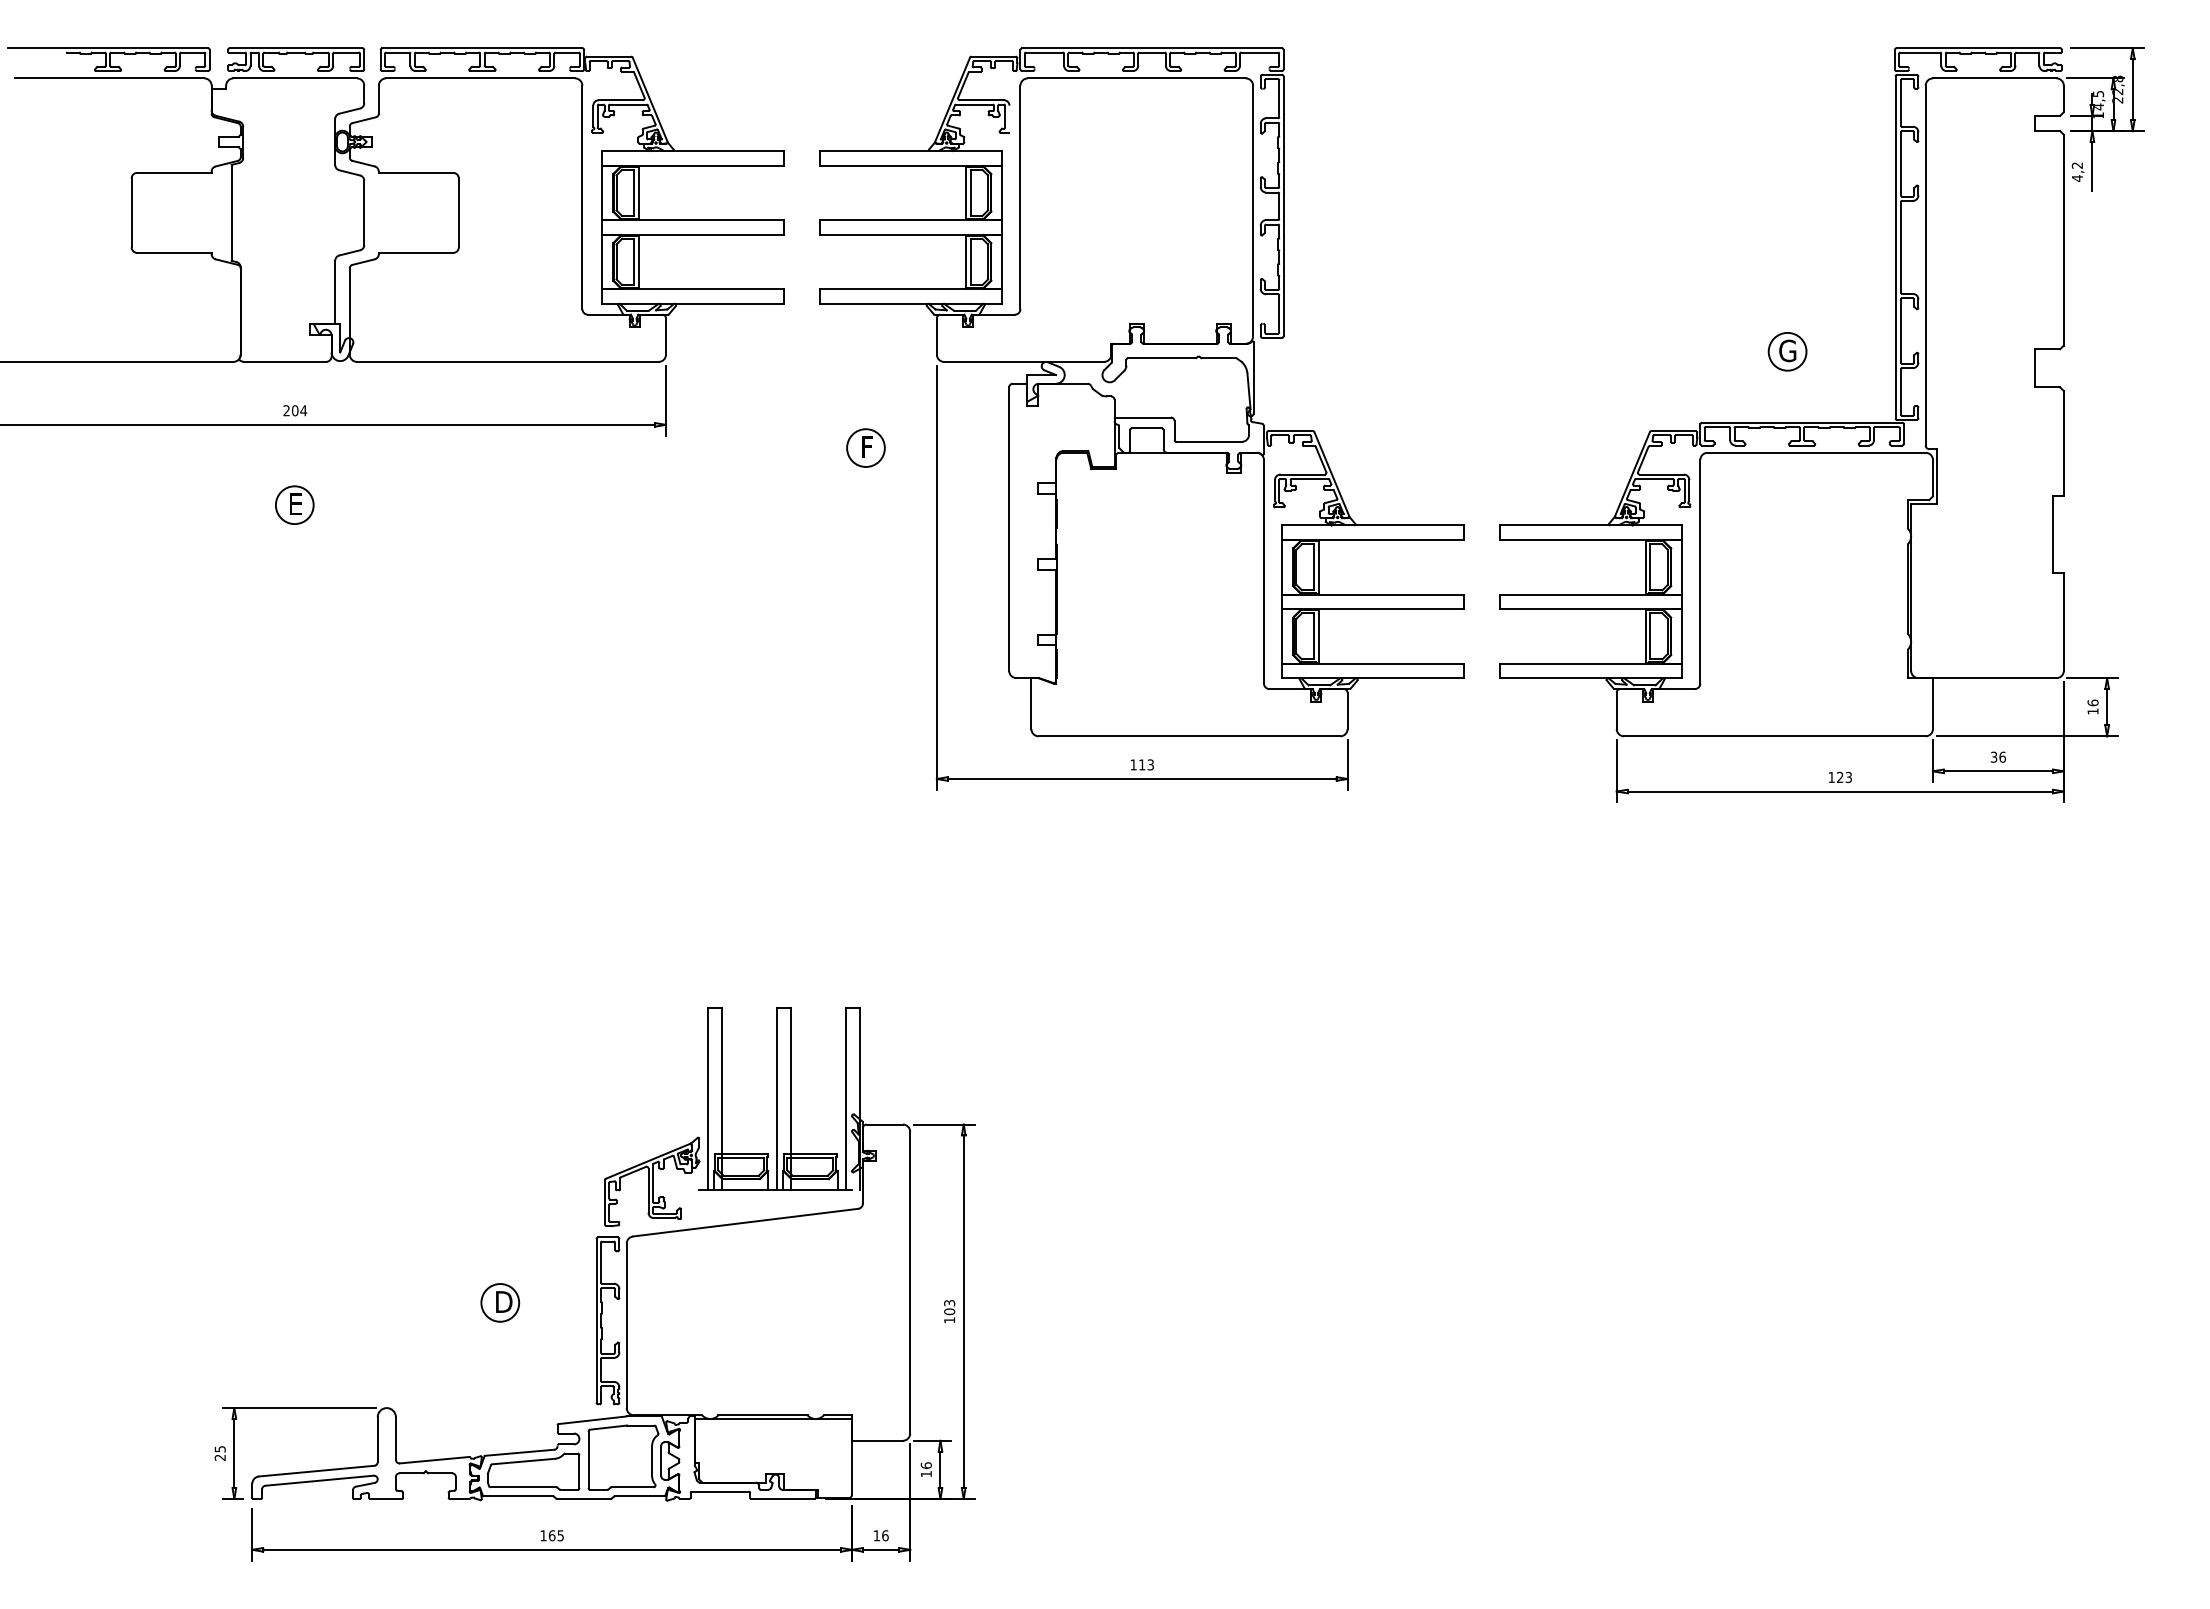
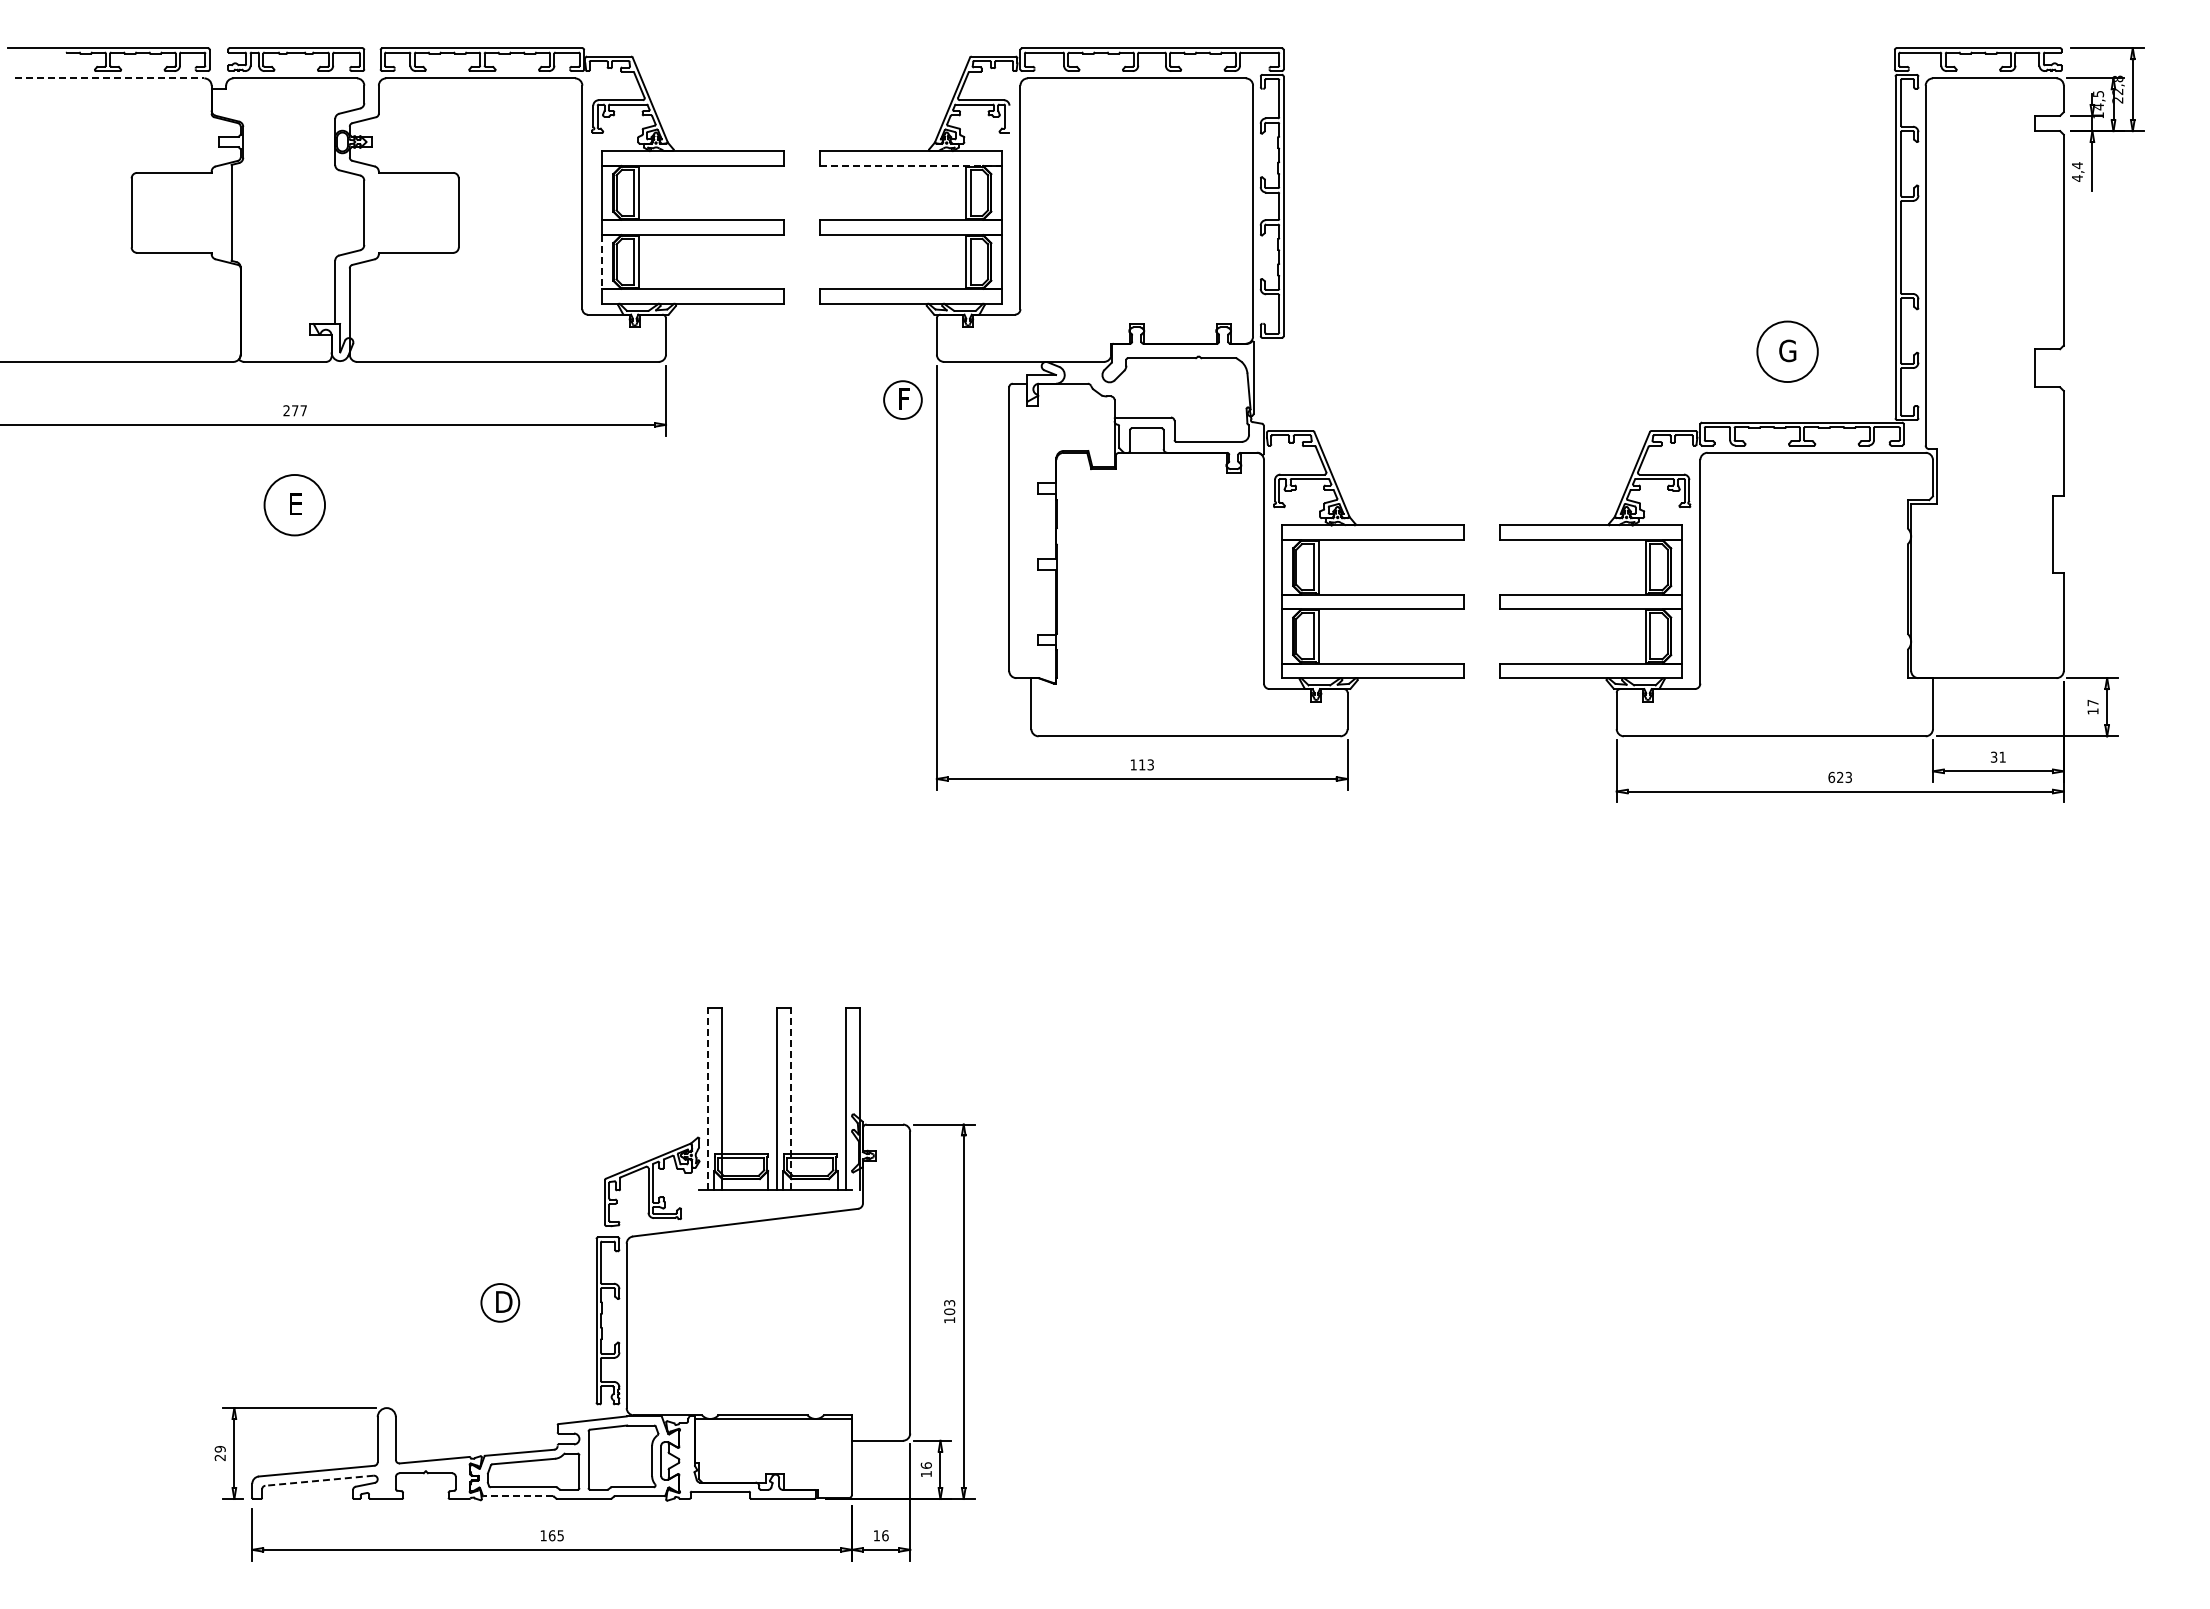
line at (109, 78): solid -> dashed
line at (911, 165): solid -> dashed
text at (2076, 165): 4,2 -> 4,4
line at (602, 262): solid -> dashed
circle at (1787, 351) diameter: 38 px -> 60 px
text at (299, 410): 204 -> 277
part at (865, 447) position: (865, 447) -> (902, 399)
circle at (294, 505) diameter: 38 px -> 60 px
text at (2092, 702): 16 -> 17
text at (2002, 756): 36 -> 31
text at (1831, 776): 123 -> 623
line at (707, 1099): solid -> dashed
line at (791, 1099): solid -> dashed
text at (219, 1449): 25 -> 29
line at (319, 1480): solid -> dashed
line at (518, 1496): solid -> dashed
